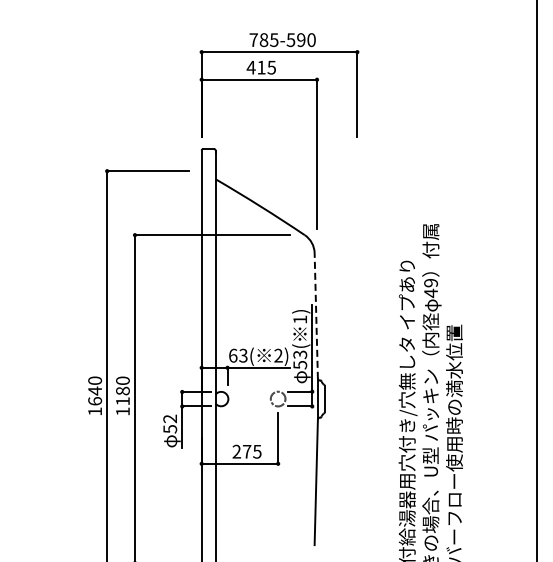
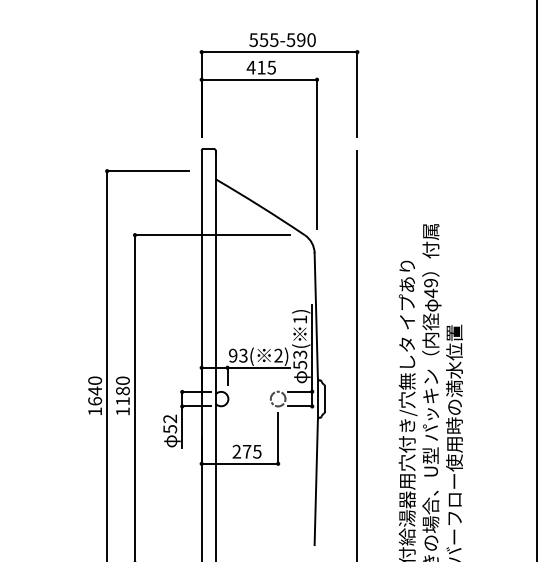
text at (258, 40): 785-590 -> 555-590
line at (316, 315): dashed -> solid
line at (357, 354): none -> present
text at (233, 355): 63( -> 93(
